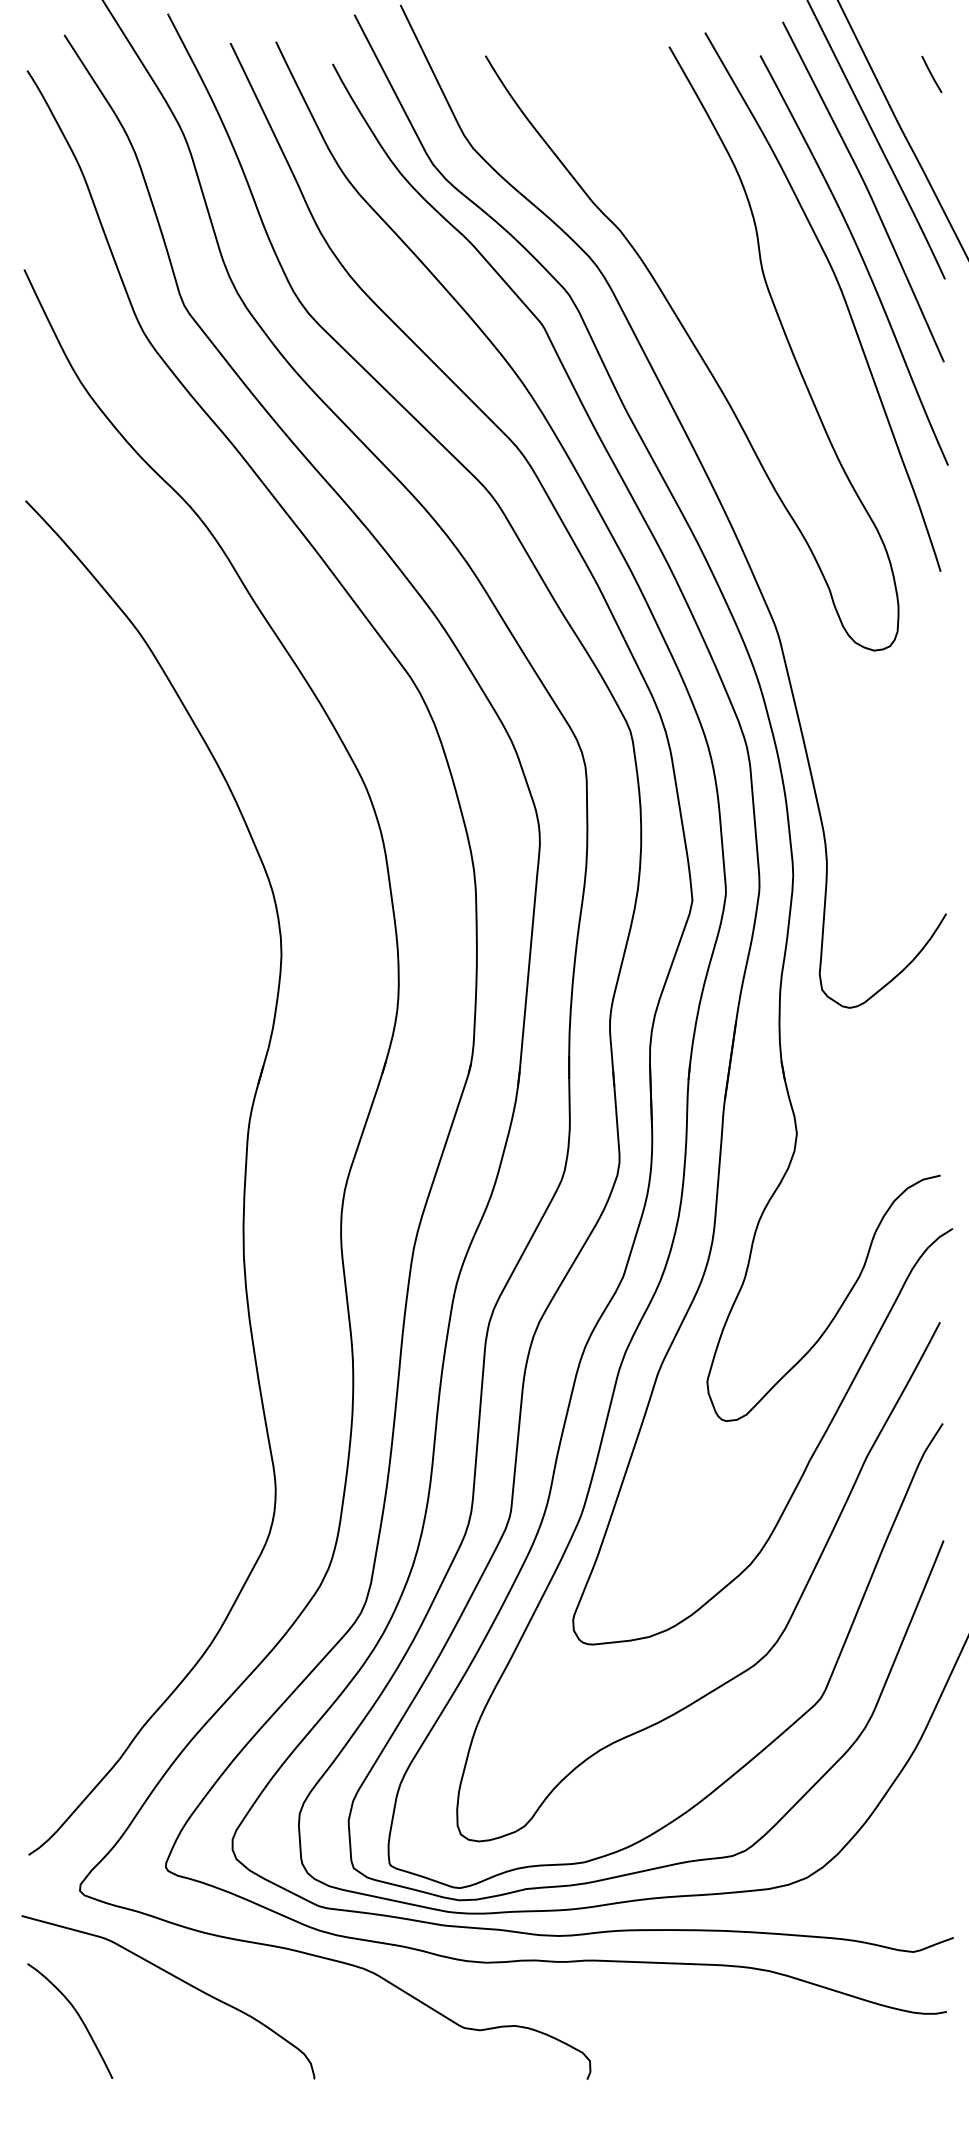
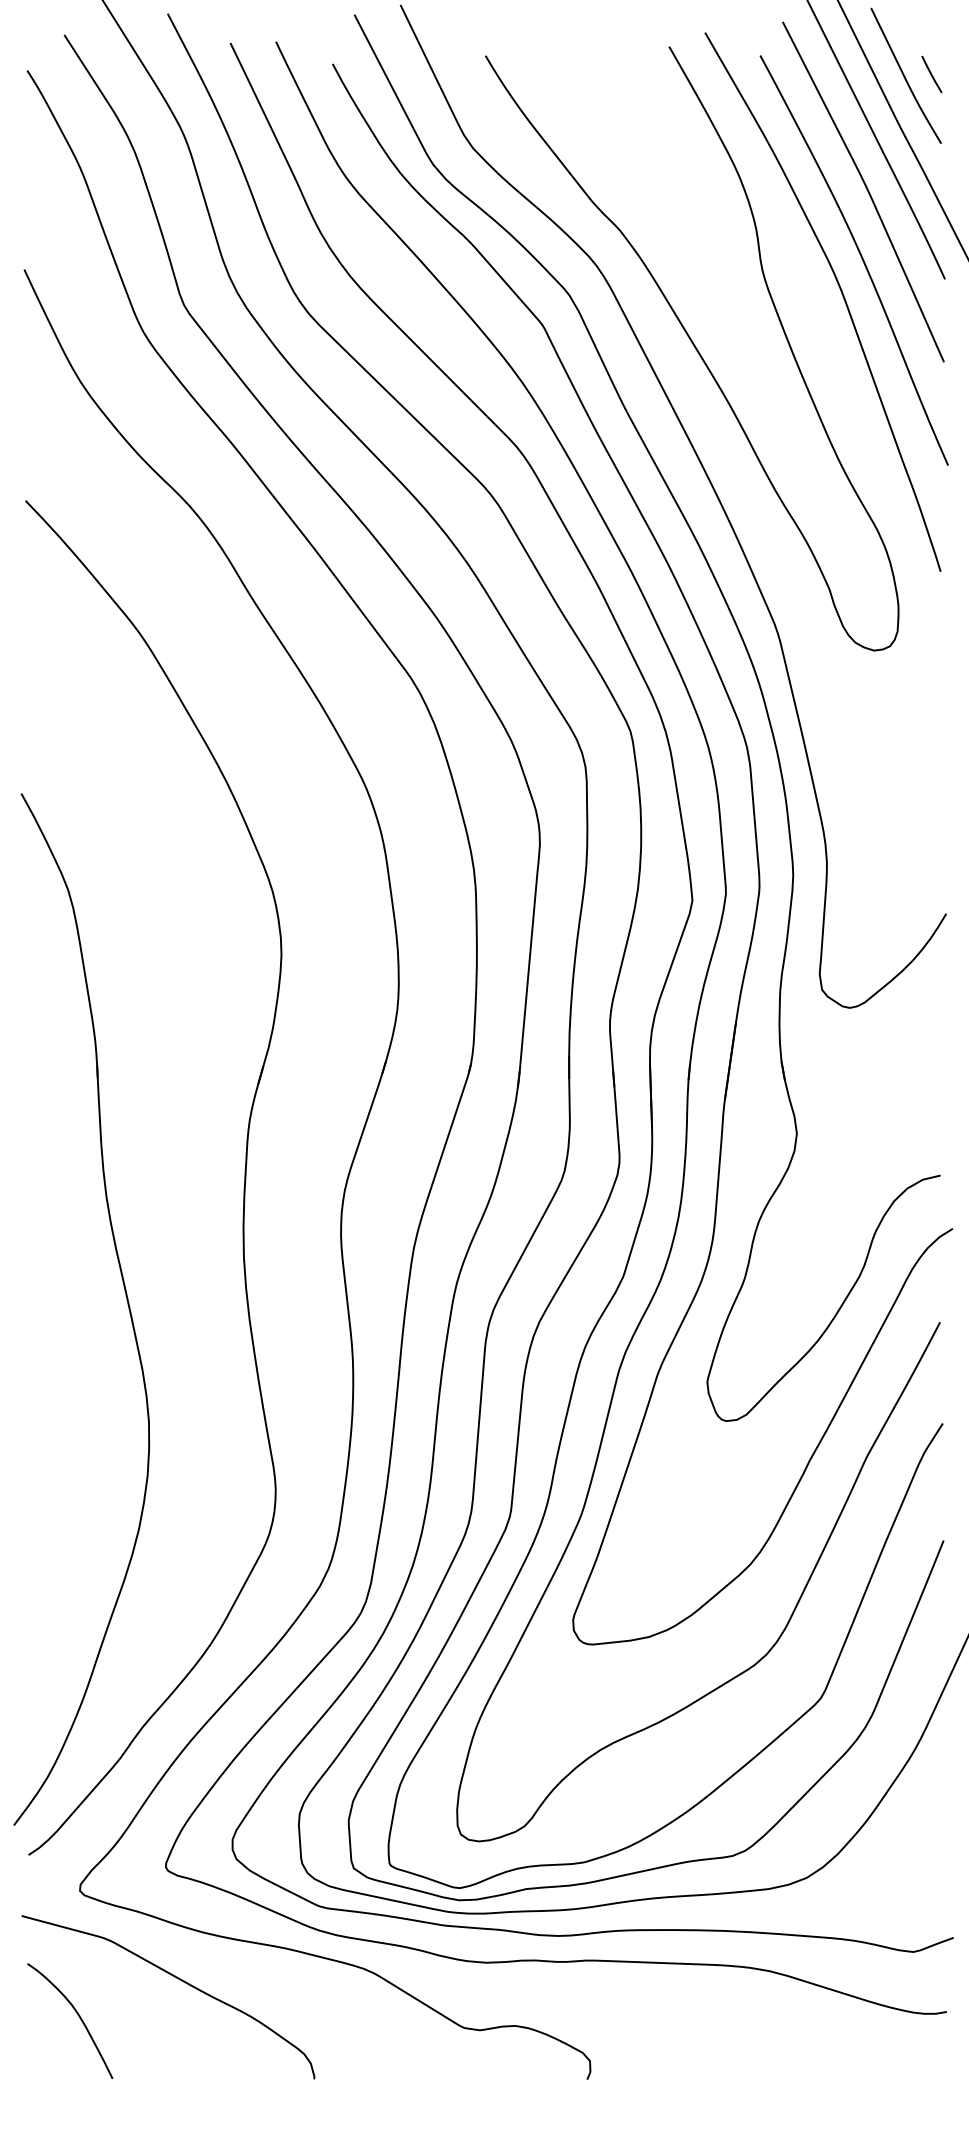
curve at (904, 75): none -> present
part at (126, 1300): none -> present
